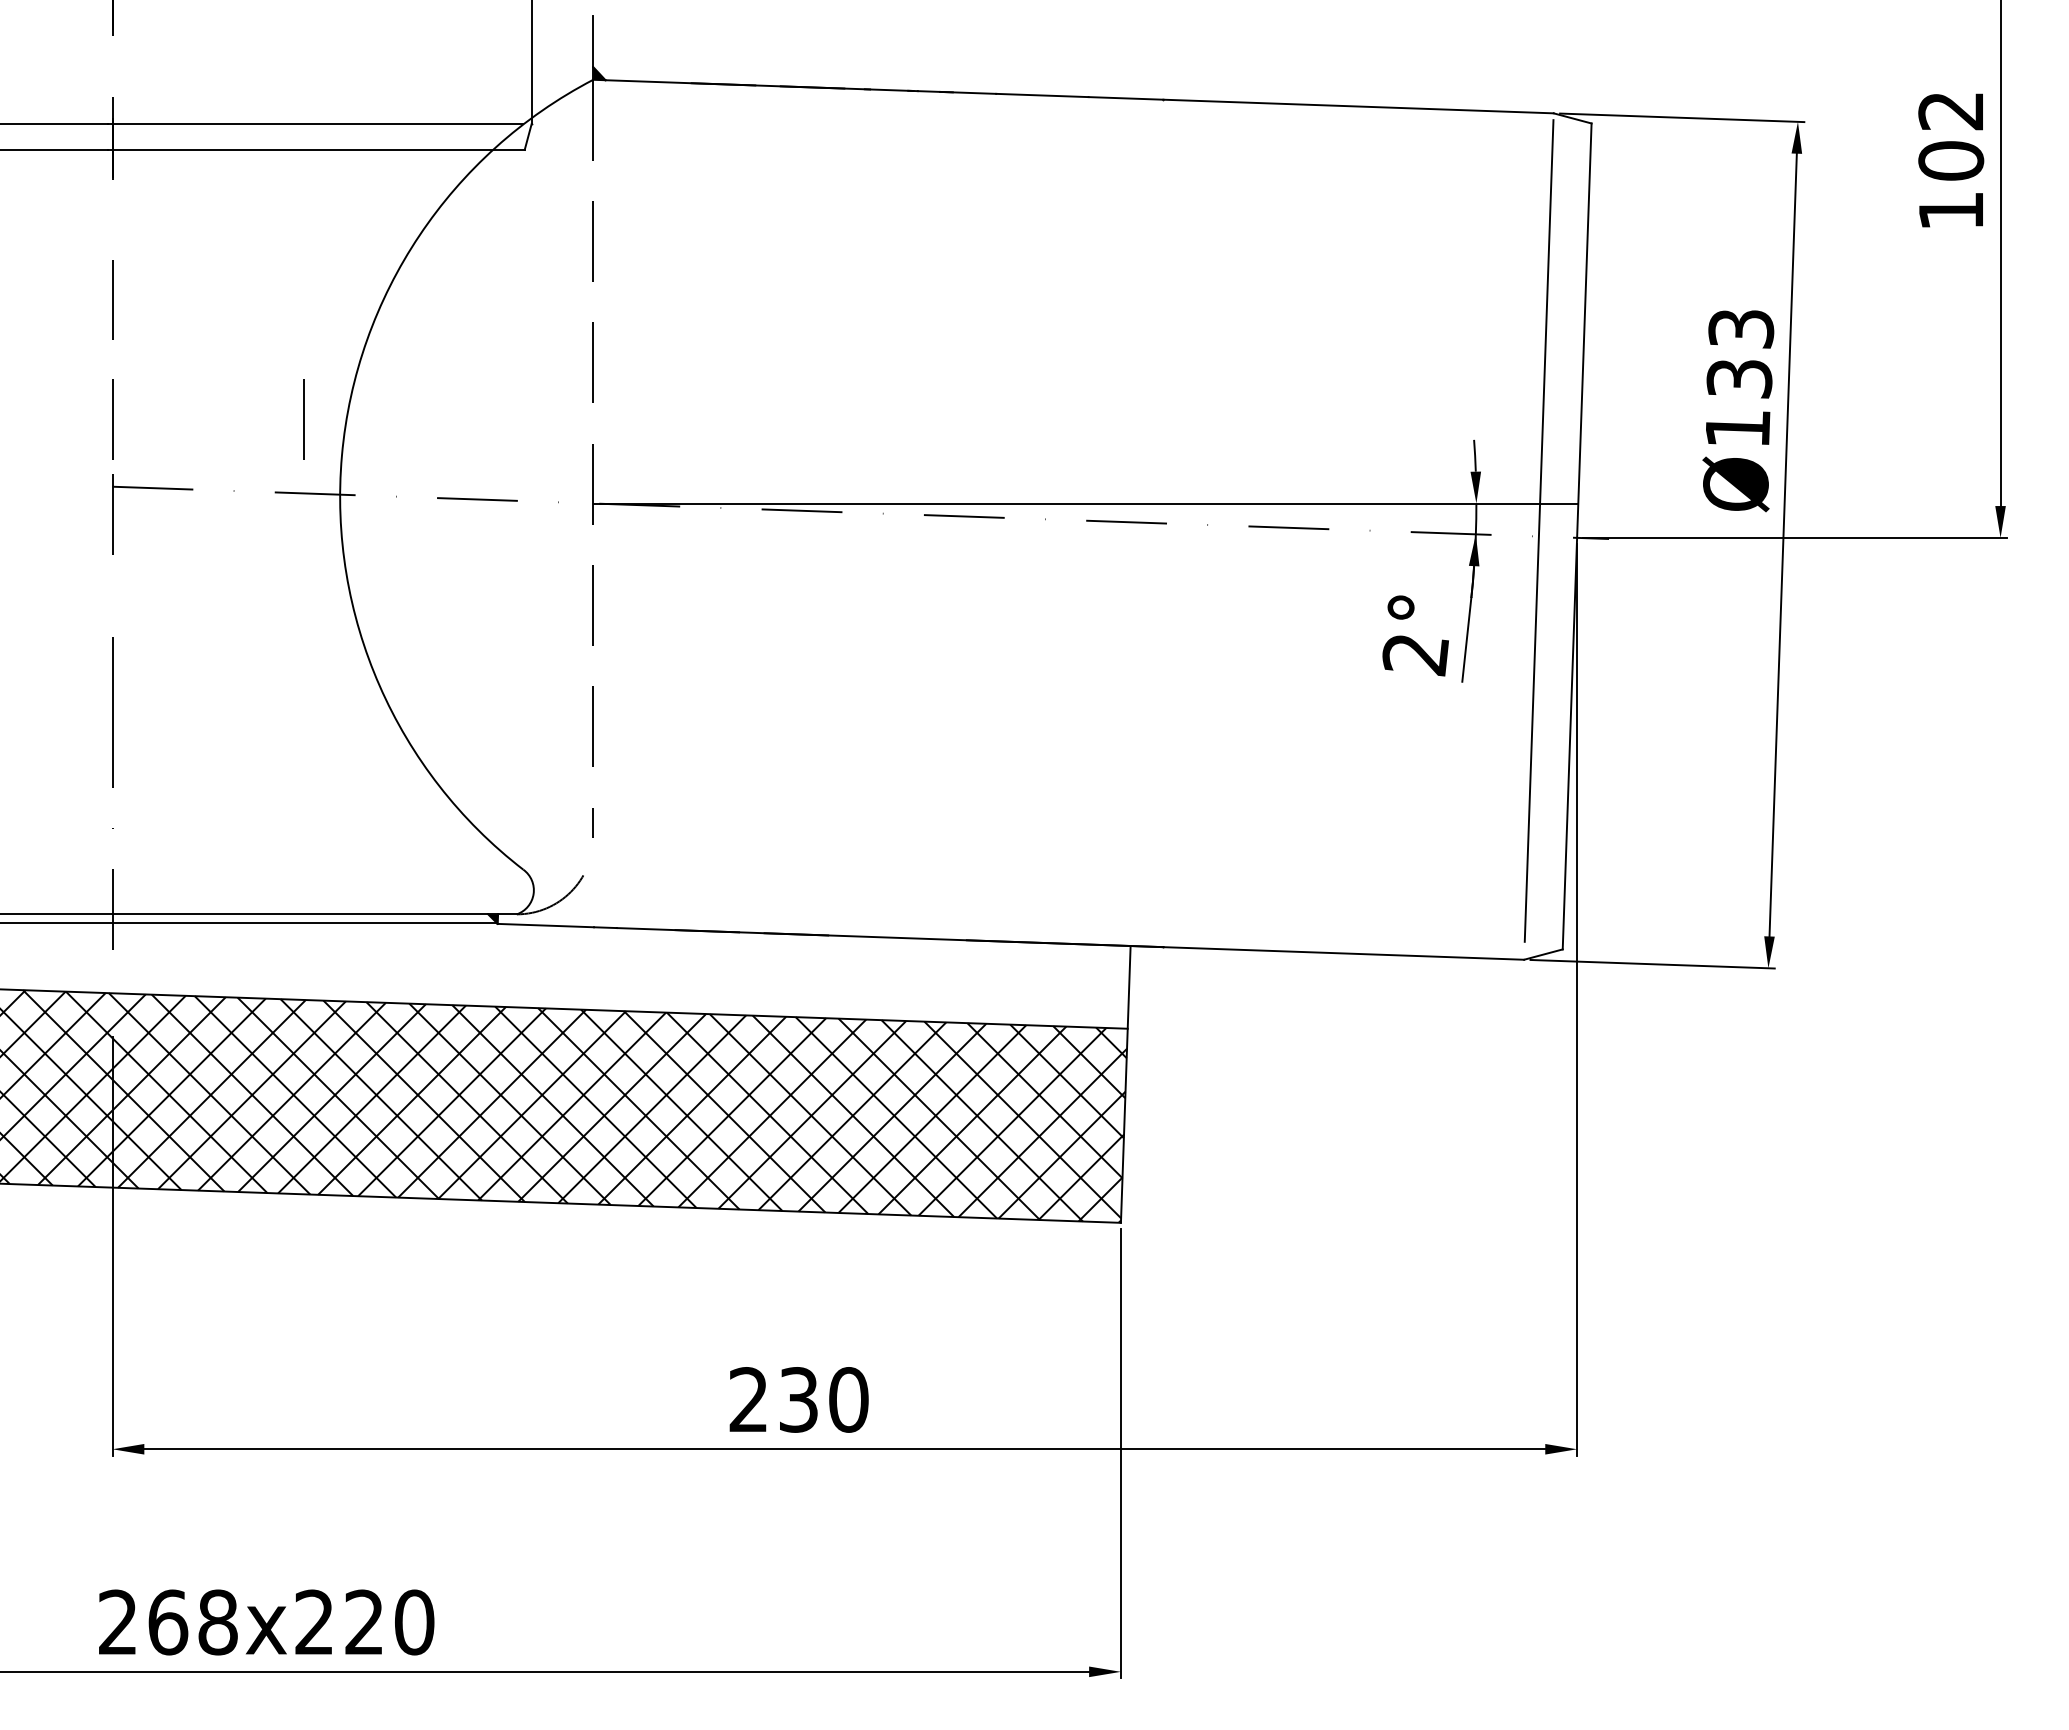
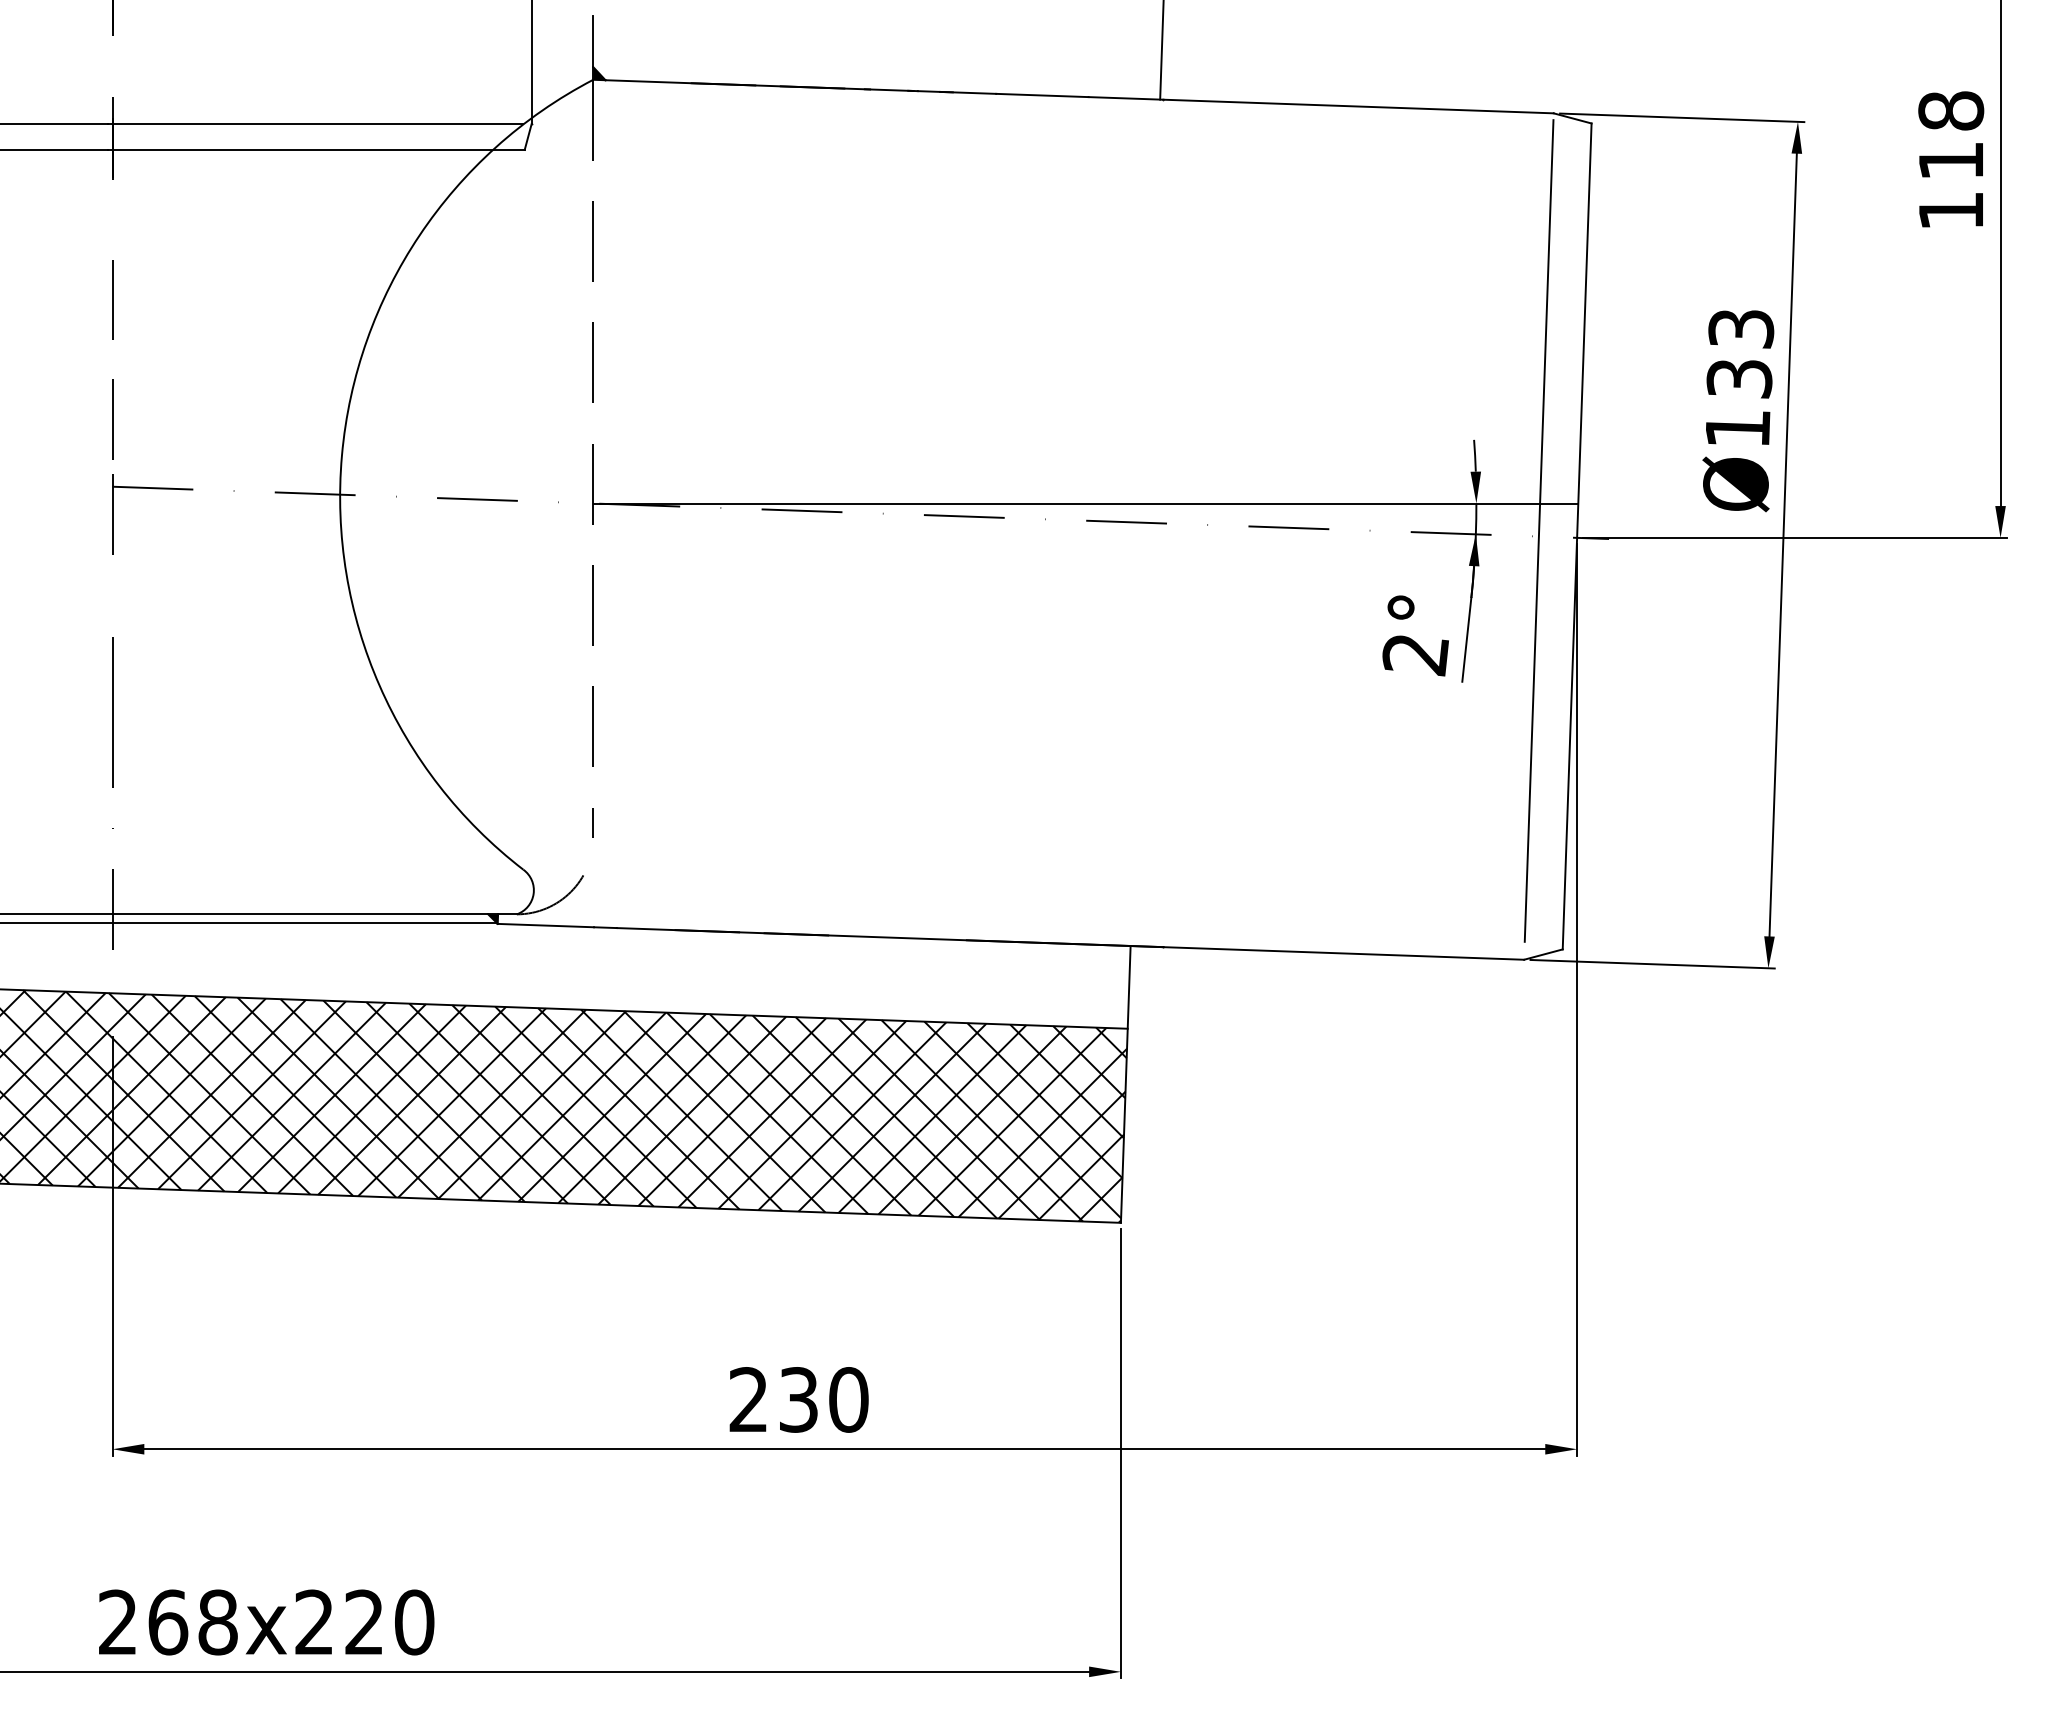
line at (1161, 50): none -> present
text at (1951, 135): 102 -> 118
line at (303, 419): present -> none
